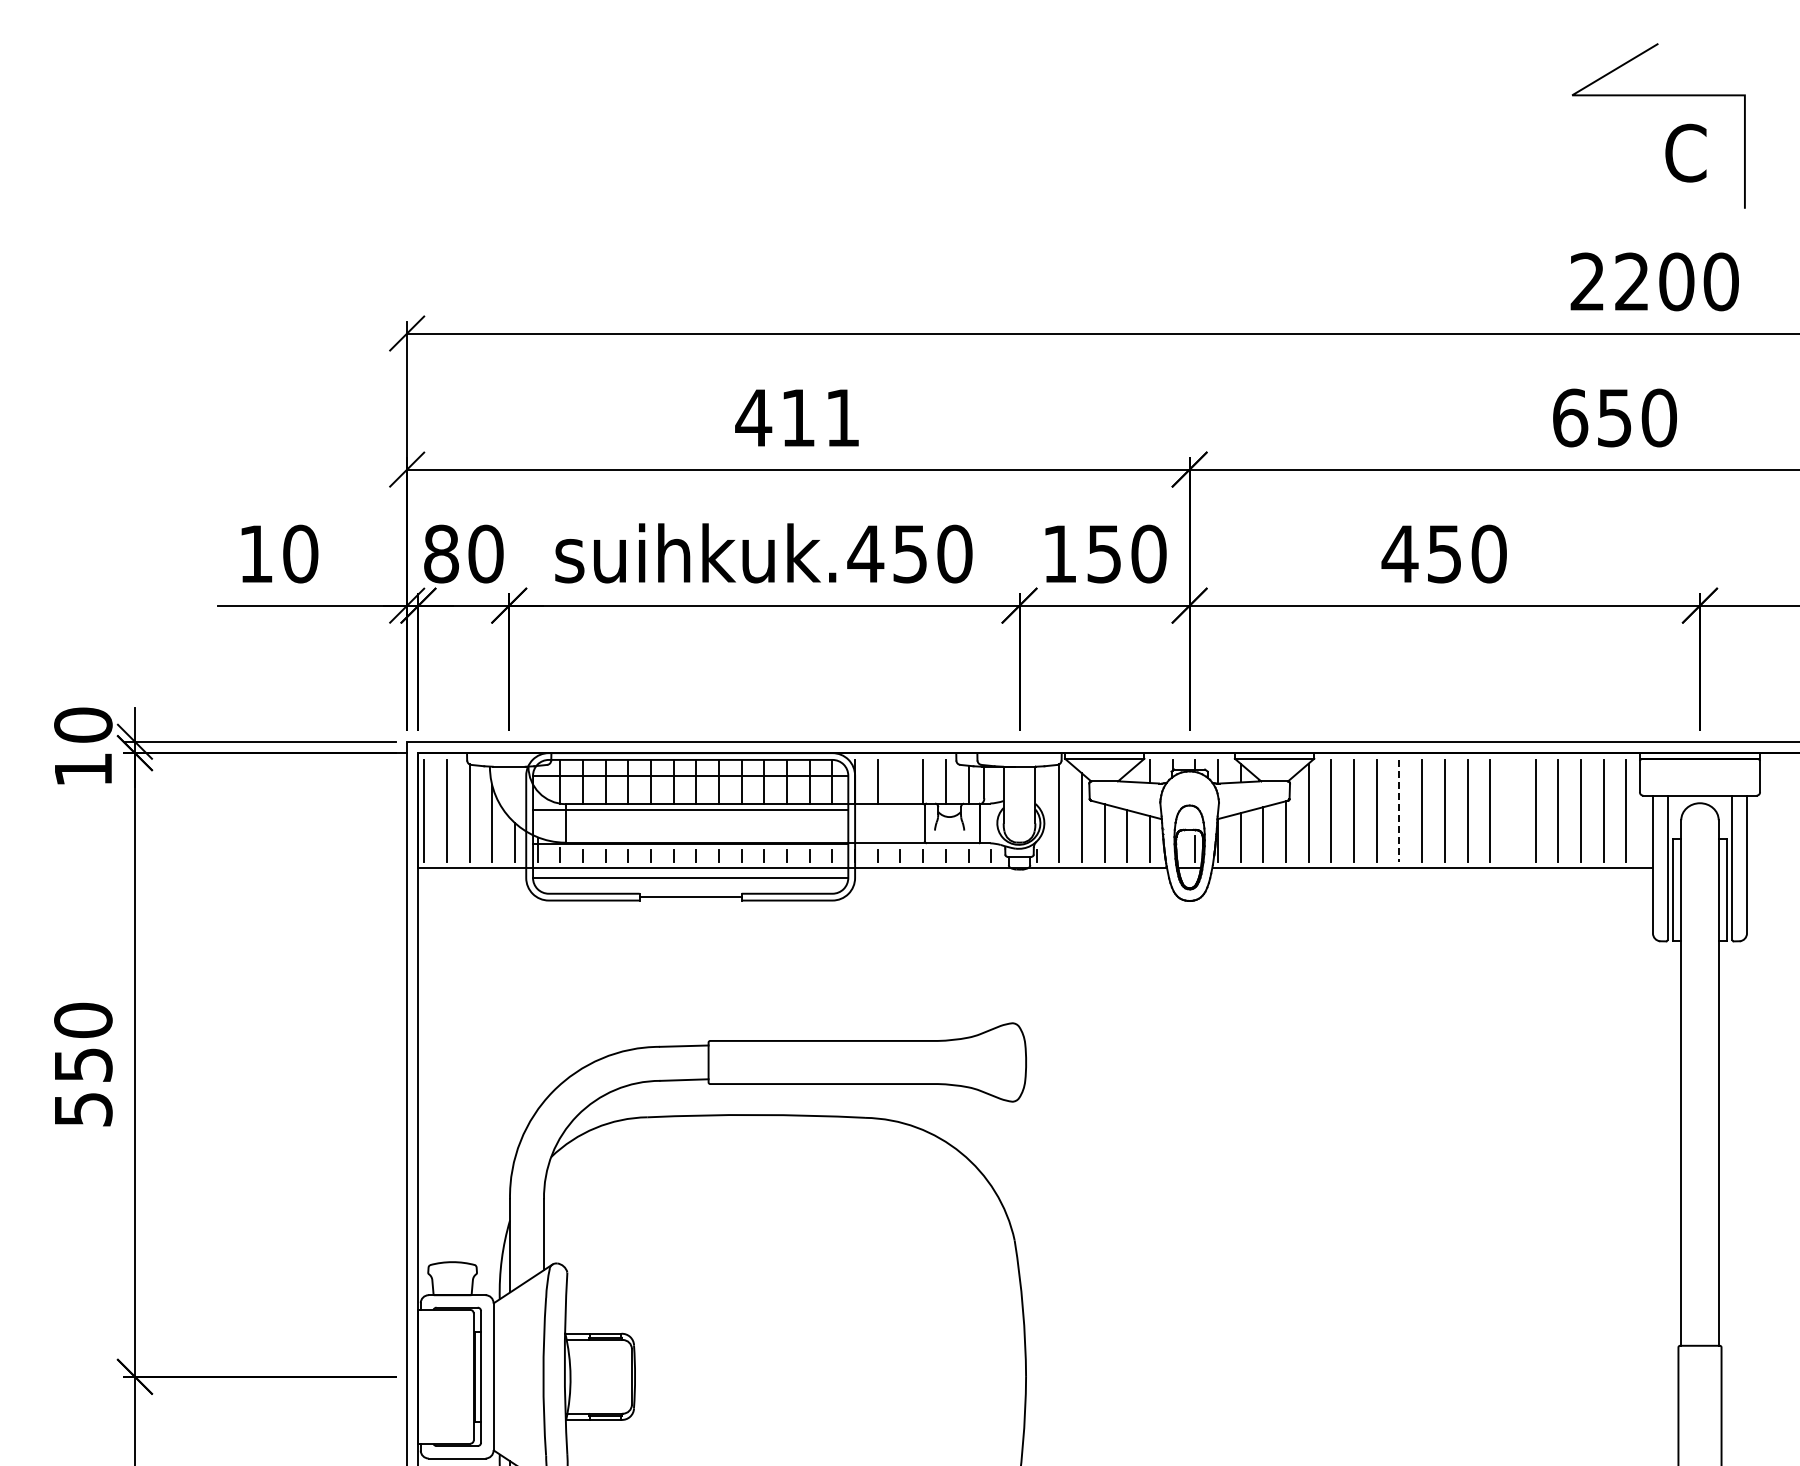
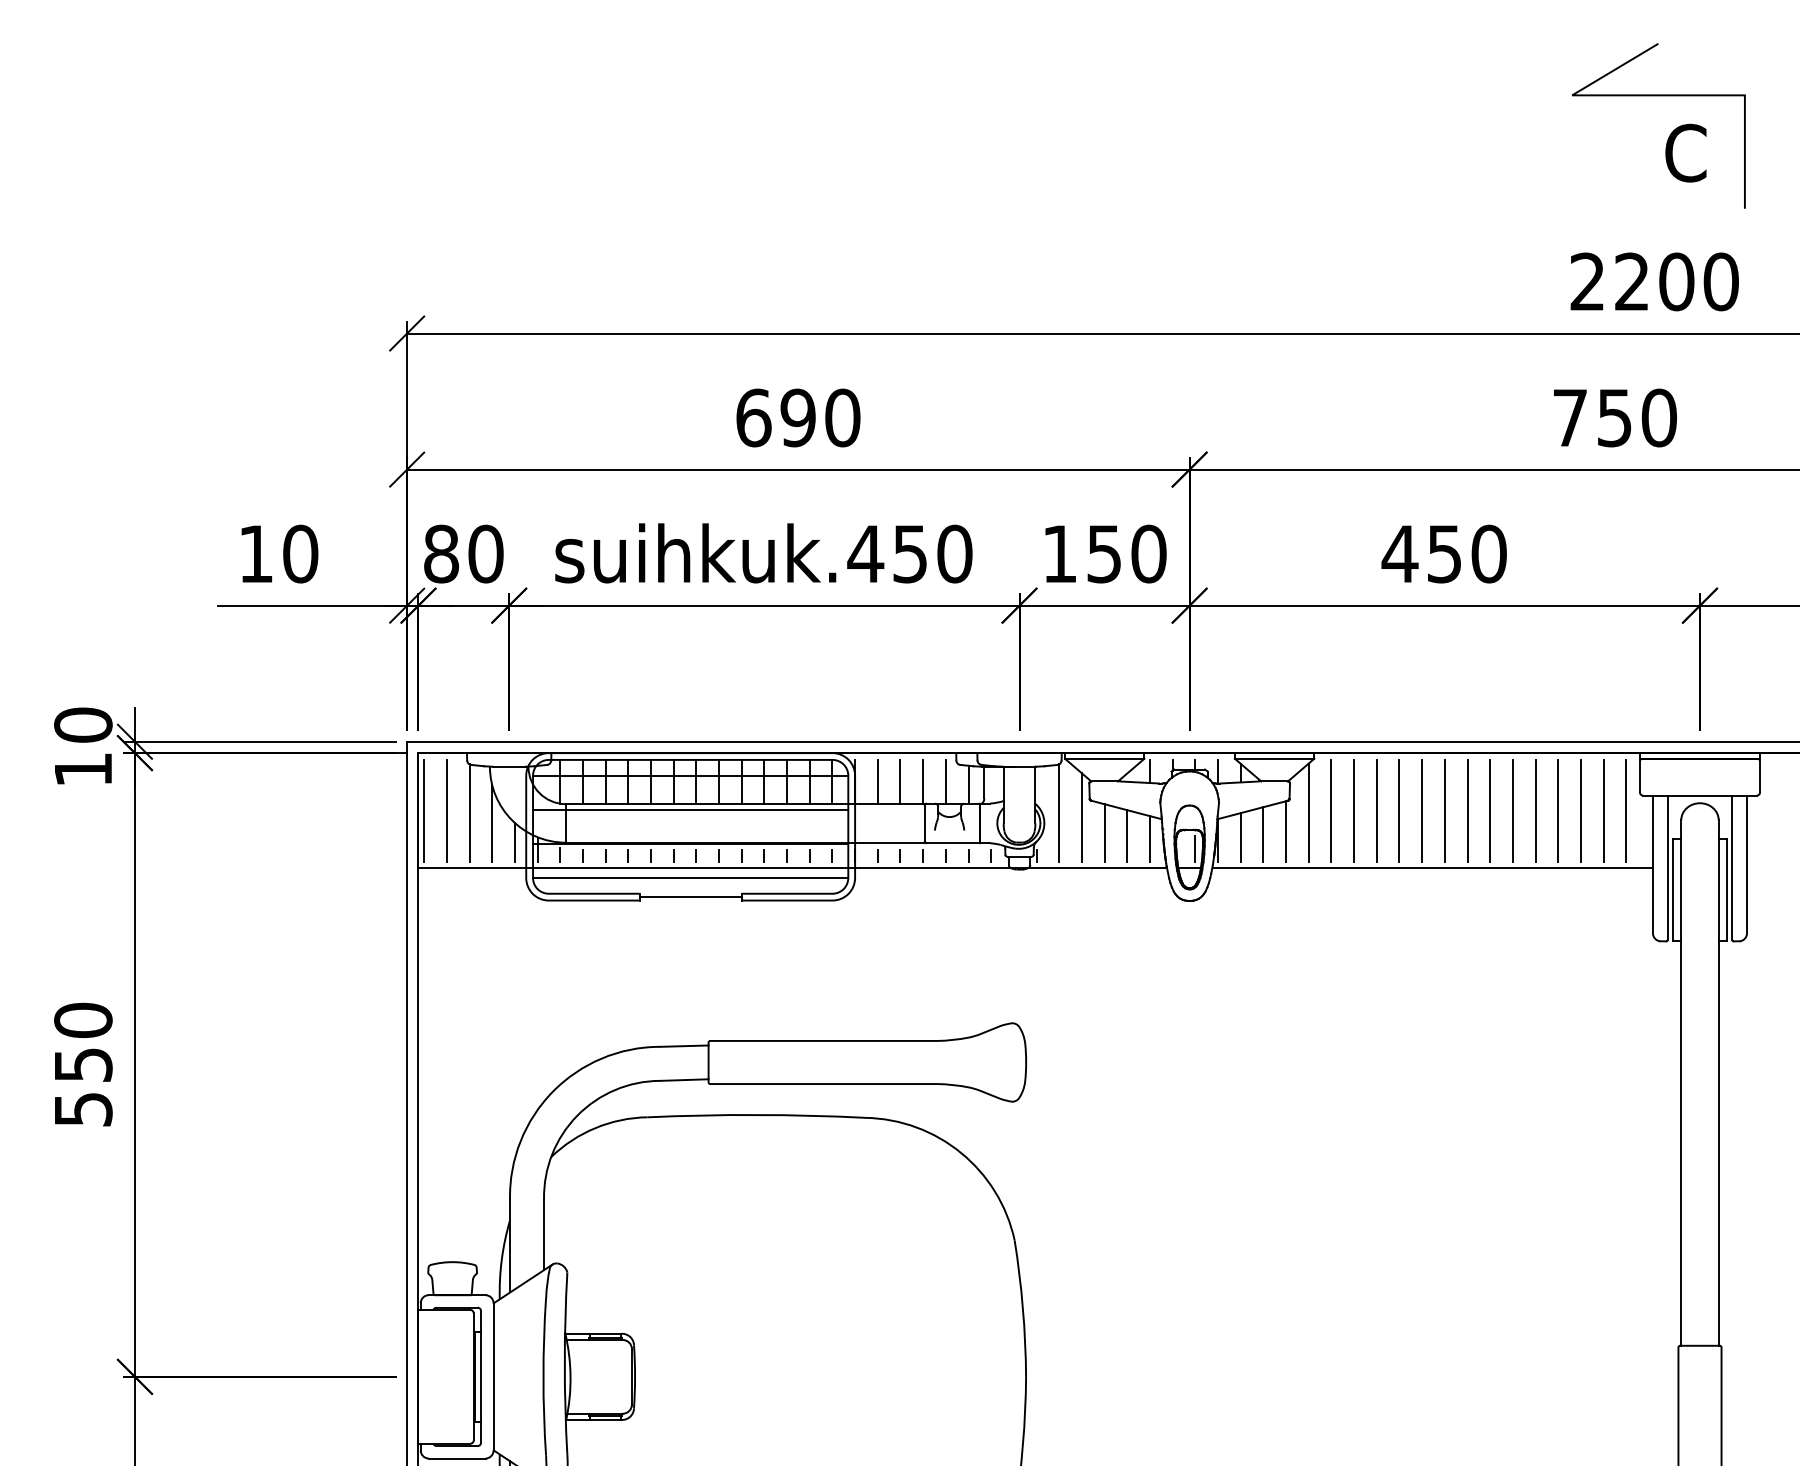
text at (797, 417): 411 -> 690
text at (1570, 417): 650 -> 750
line at (900, 781): none -> present
line at (1512, 810): none -> present
line at (1399, 811): dashed -> solid
